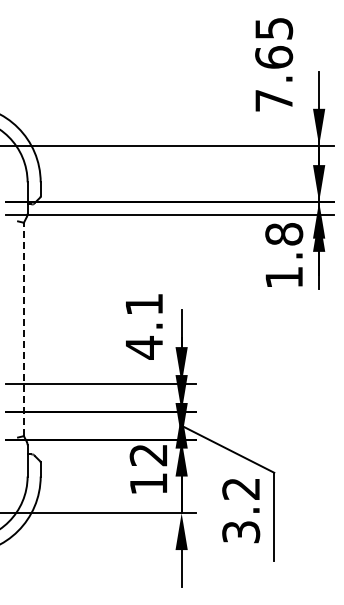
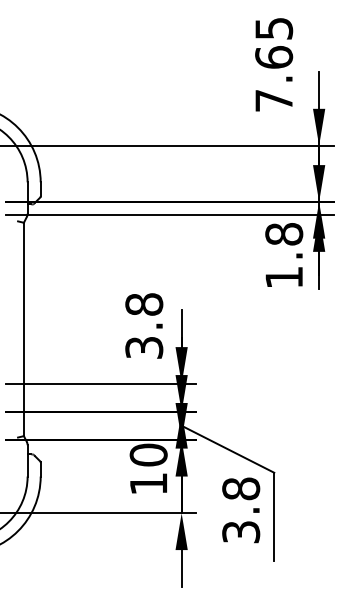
text at (144, 326): 4.1 -> 3.8
line at (23, 329): dashed -> solid
text at (148, 454): 12 -> 10
text at (241, 488): 3.2 -> 3.8
